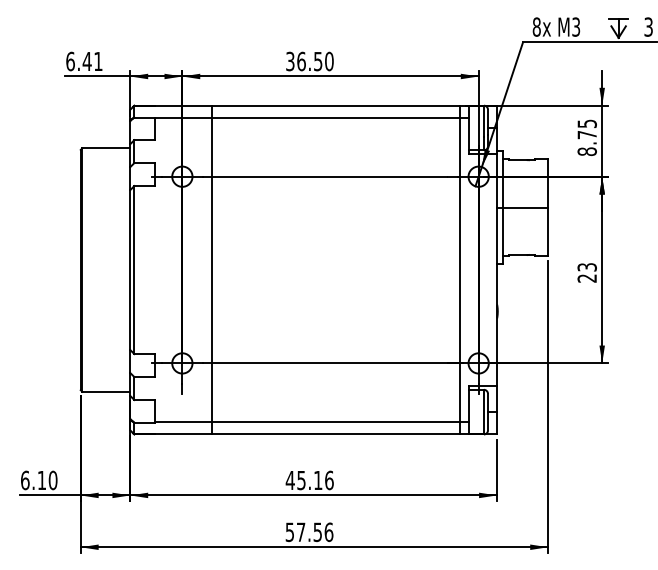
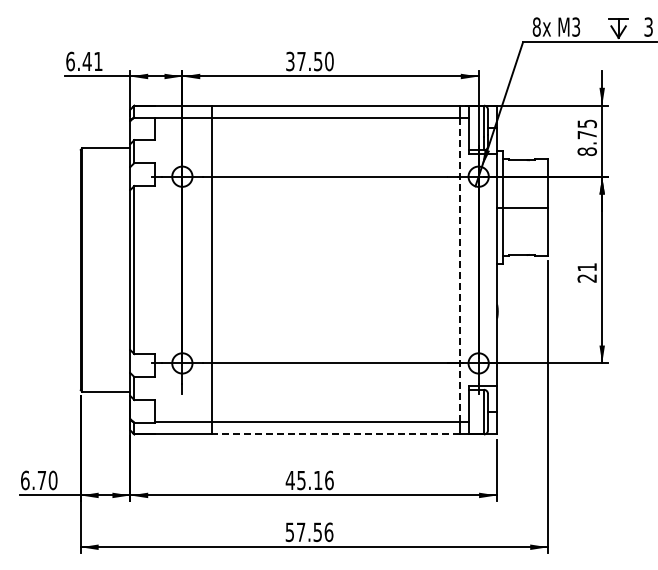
text at (301, 61): 36.50 -> 37.50
text at (586, 267): 23 -> 21
line at (460, 269): solid -> dashed
line at (336, 434): solid -> dashed
text at (41, 480): 6.10 -> 6.70
